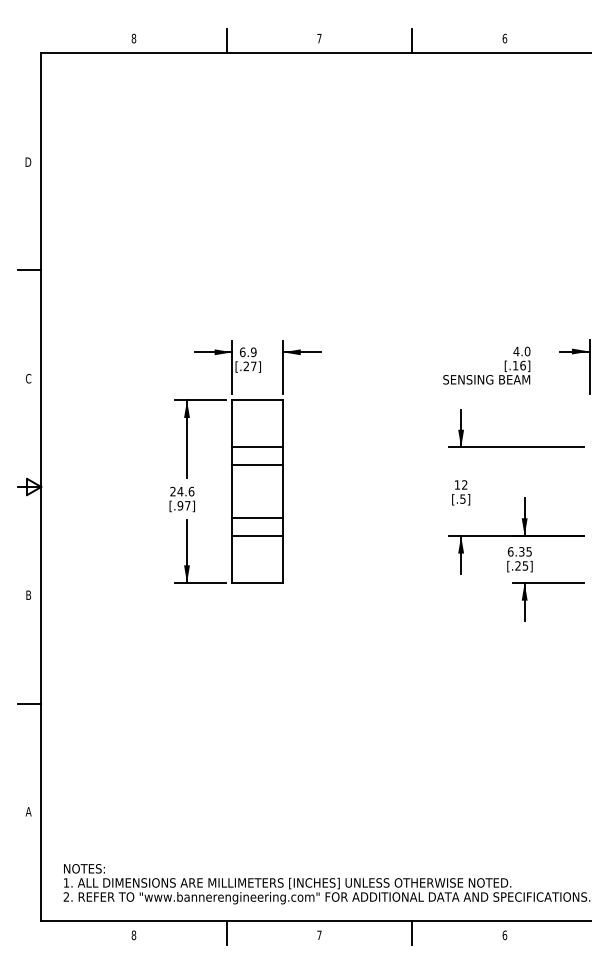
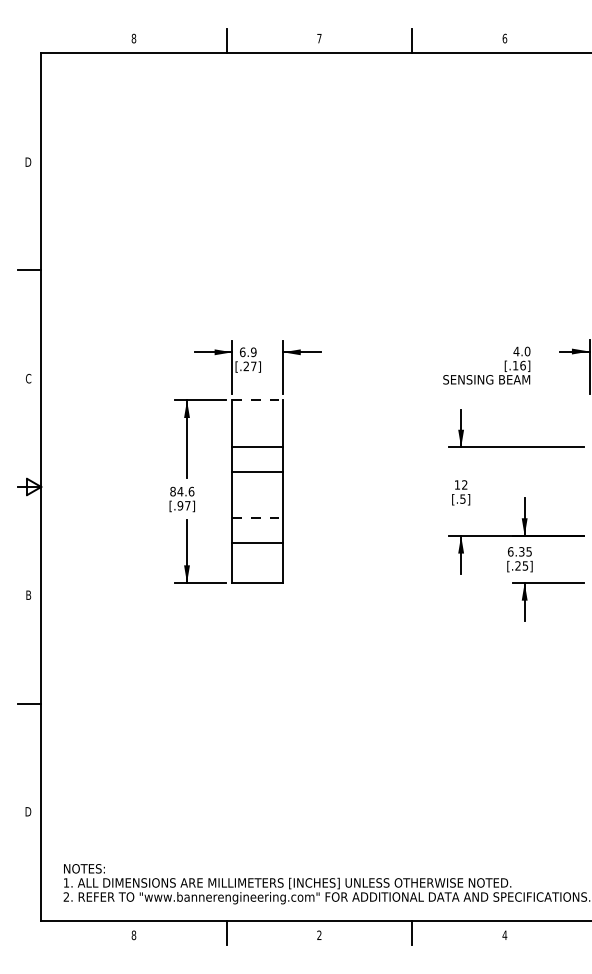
line at (258, 400): solid -> dashed
line at (257, 464) position: (257, 464) -> (257, 471)
text at (172, 491): 24.6 -> 84.6
line at (258, 518): solid -> dashed
line at (257, 535) position: (257, 535) -> (257, 542)
text at (28, 811): A -> D
text at (319, 934): 7 -> 2
text at (504, 935): 6 -> 4
